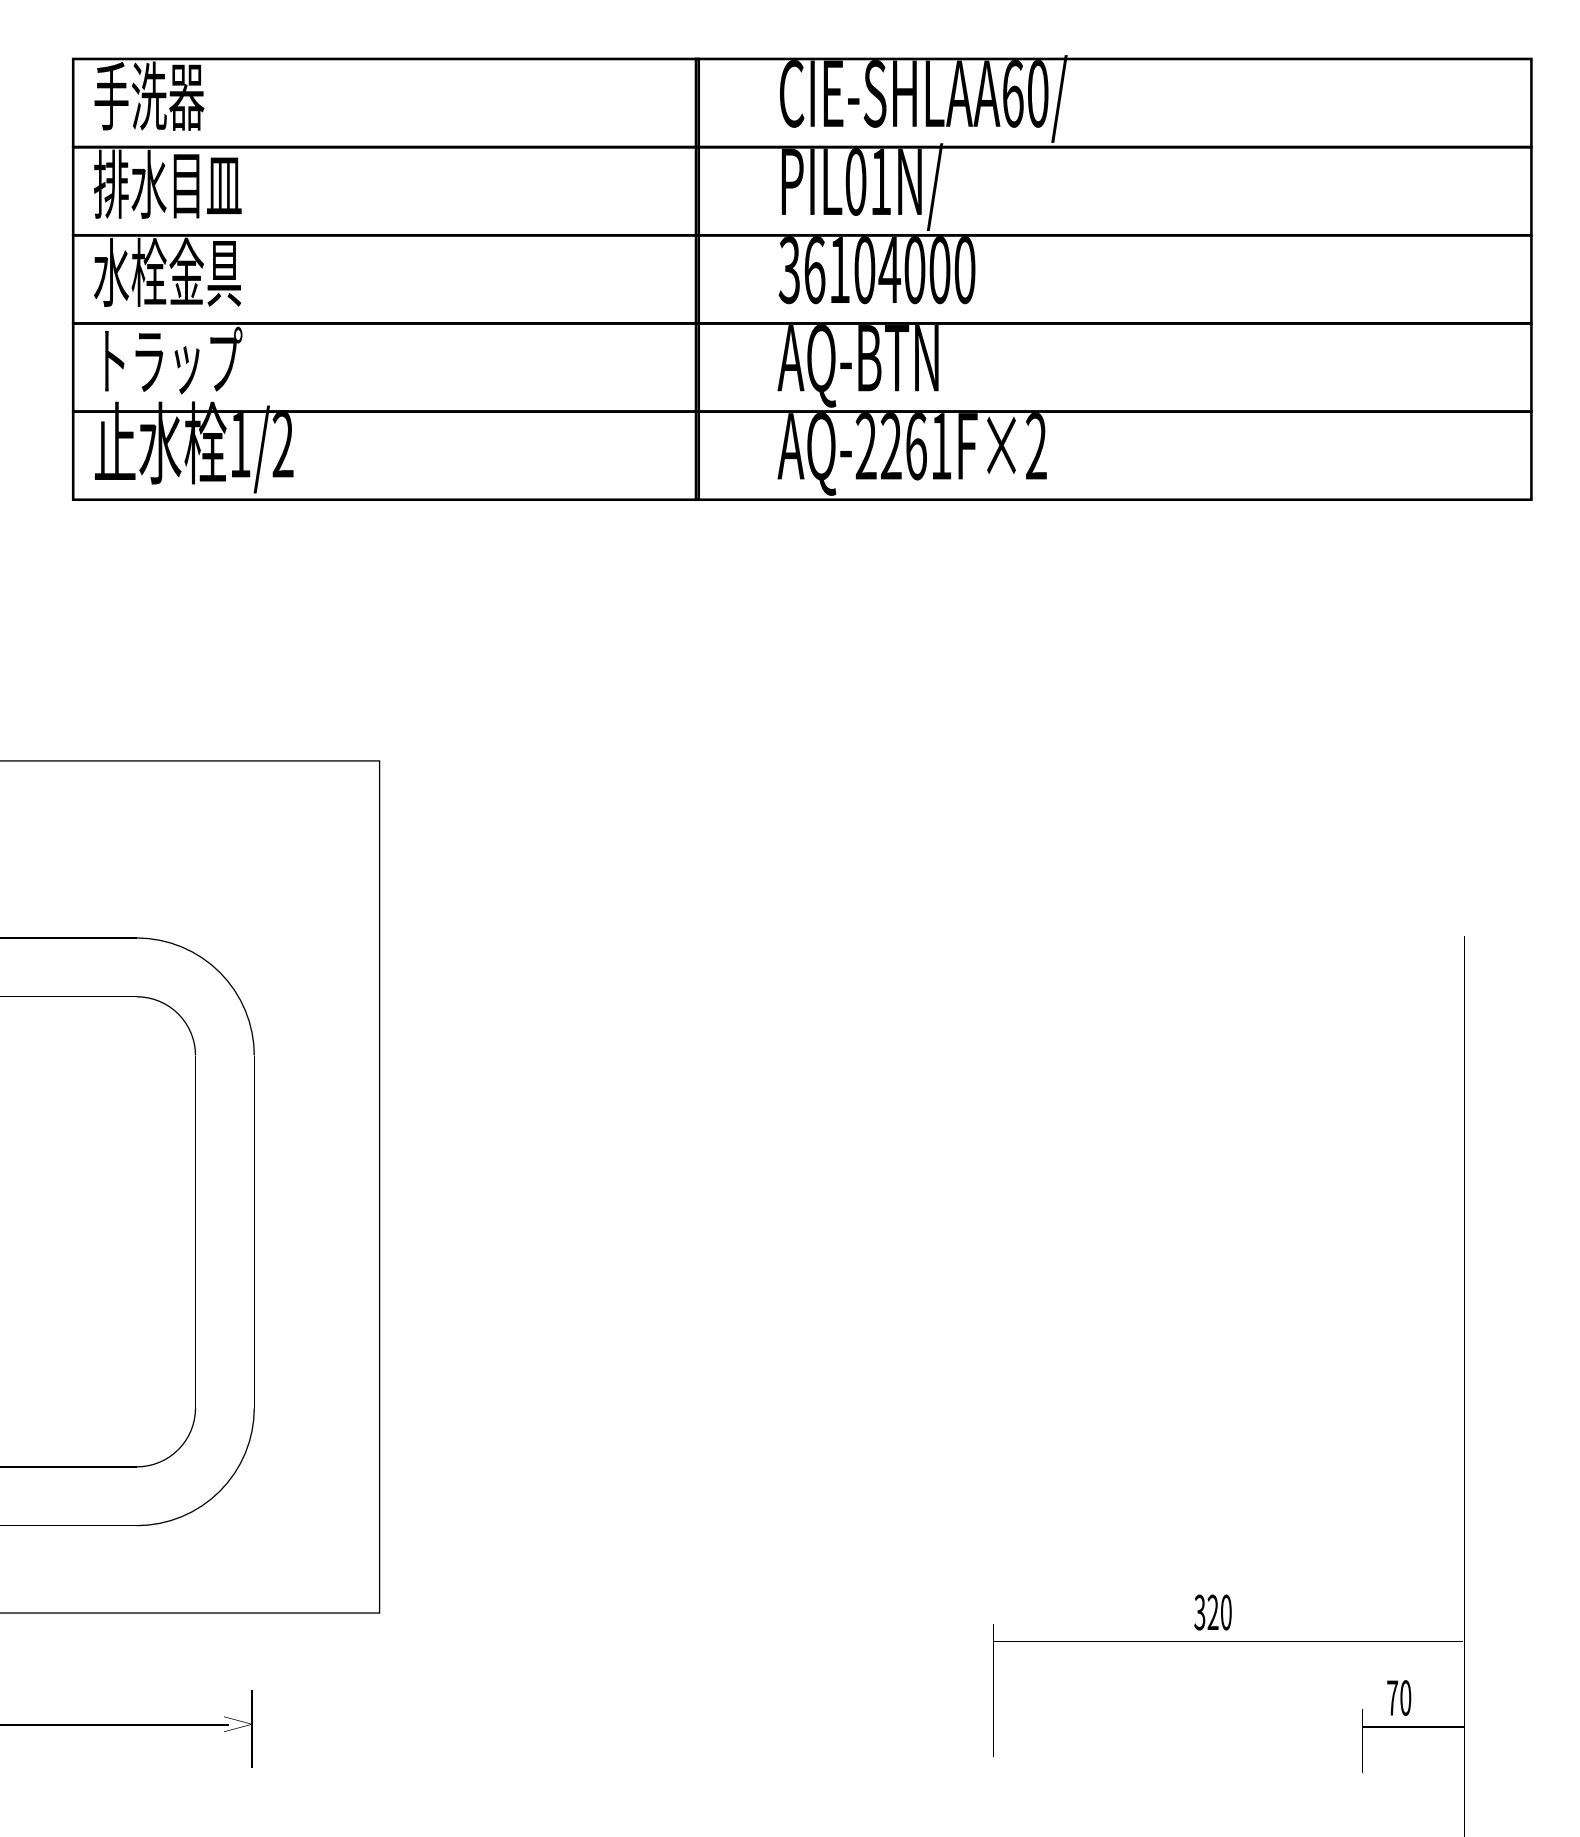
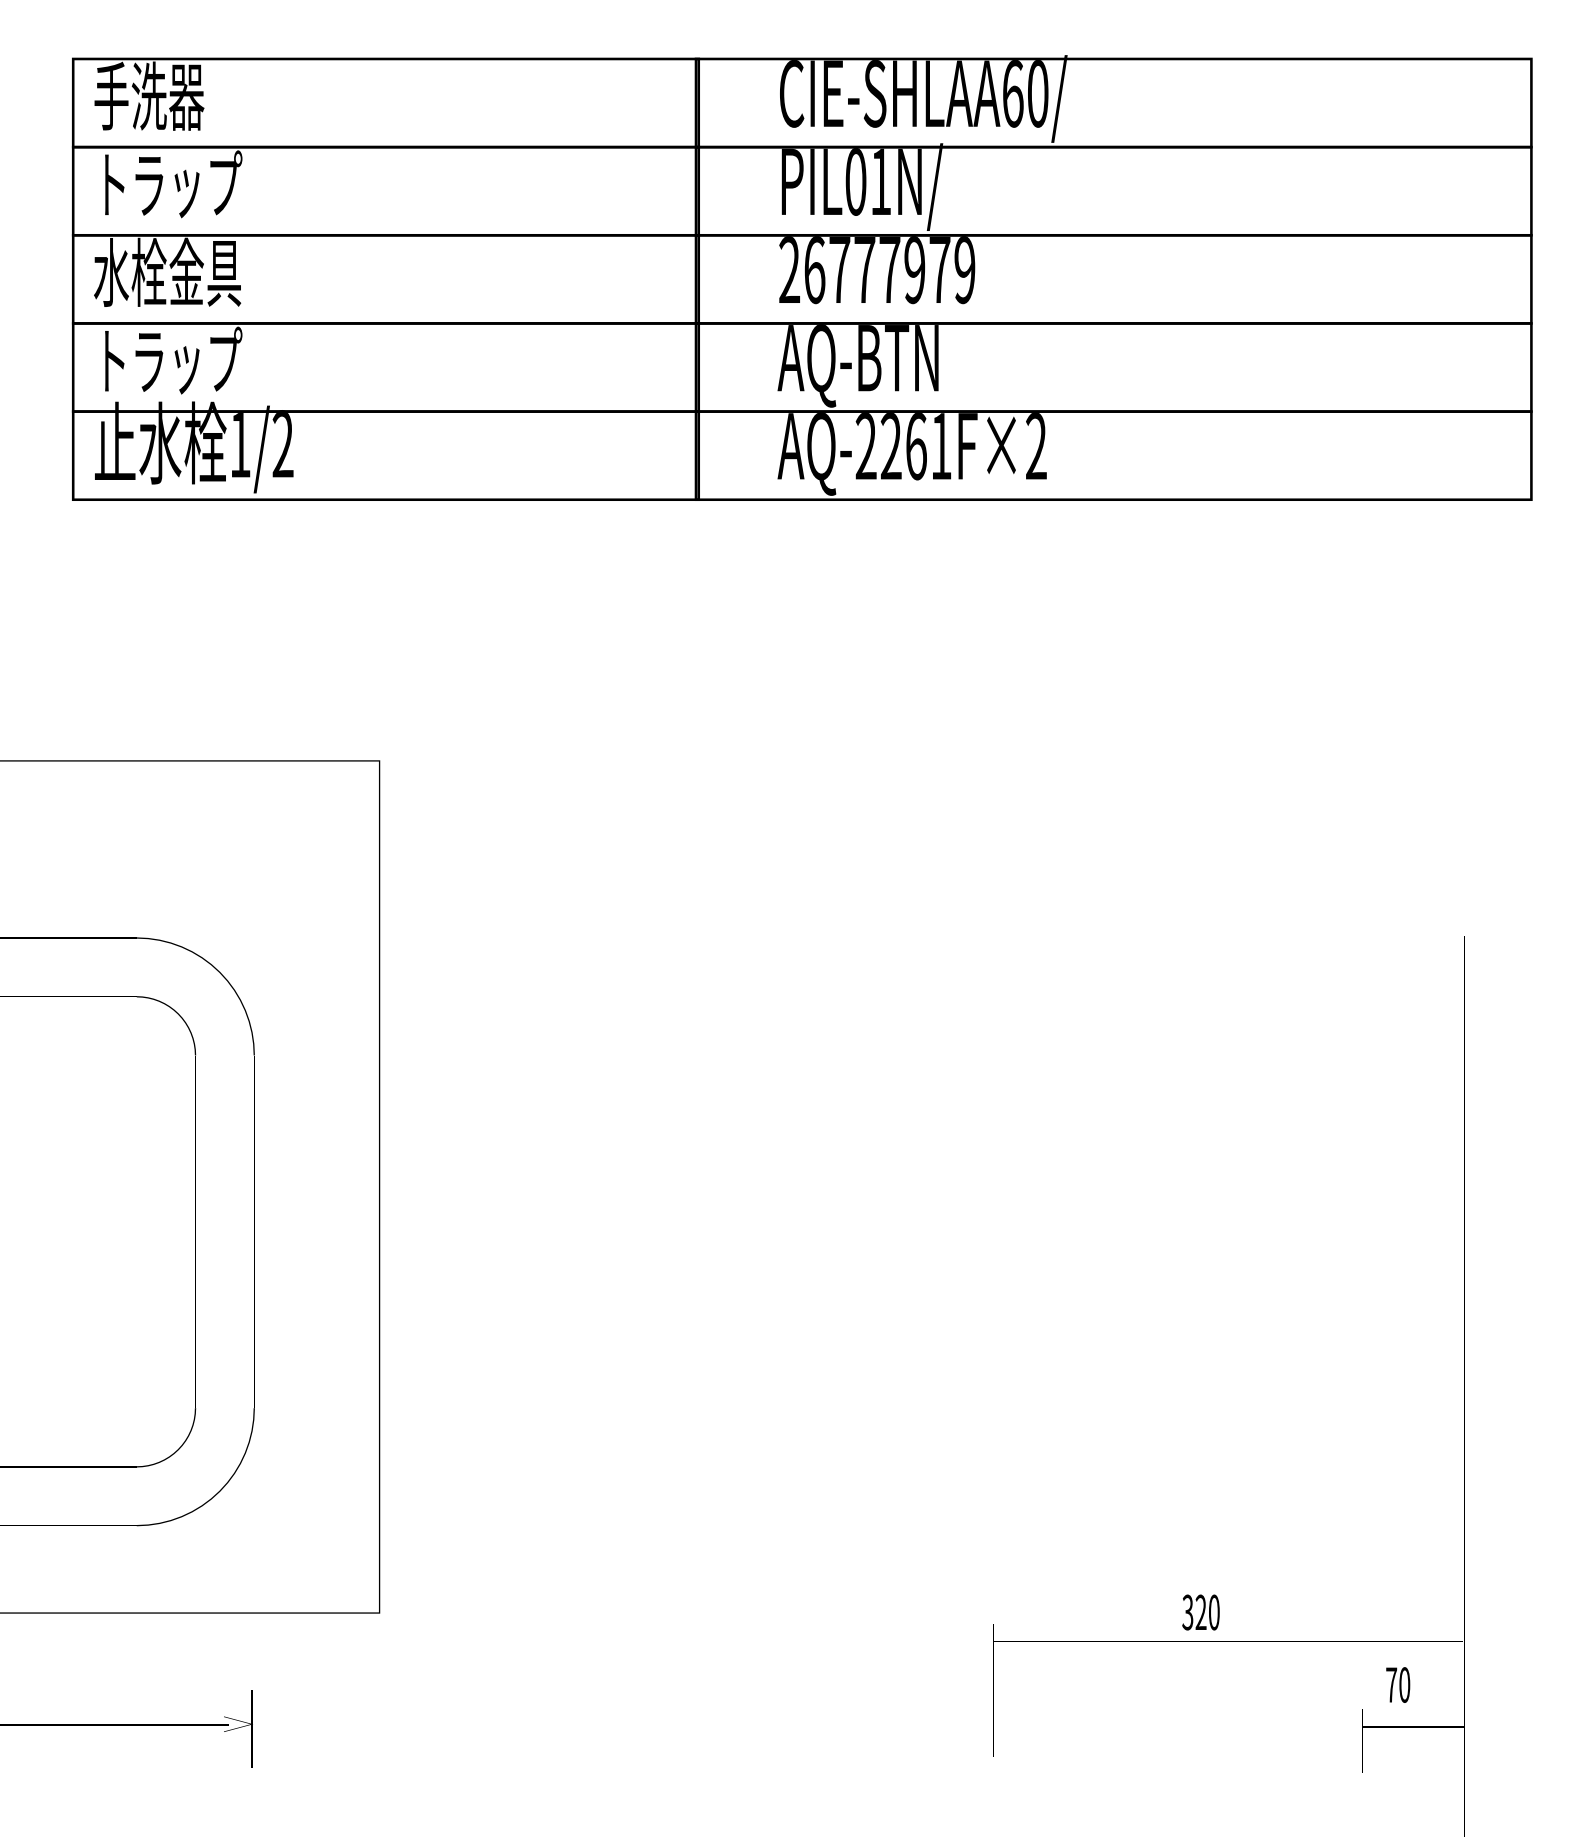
text at (167, 183): 排水目皿 -> トラップ
text at (876, 270): 36104000 -> 26777979
text at (1212, 1612) position: (1212, 1612) -> (1200, 1612)
text at (1399, 1697) position: (1399, 1697) -> (1398, 1684)
